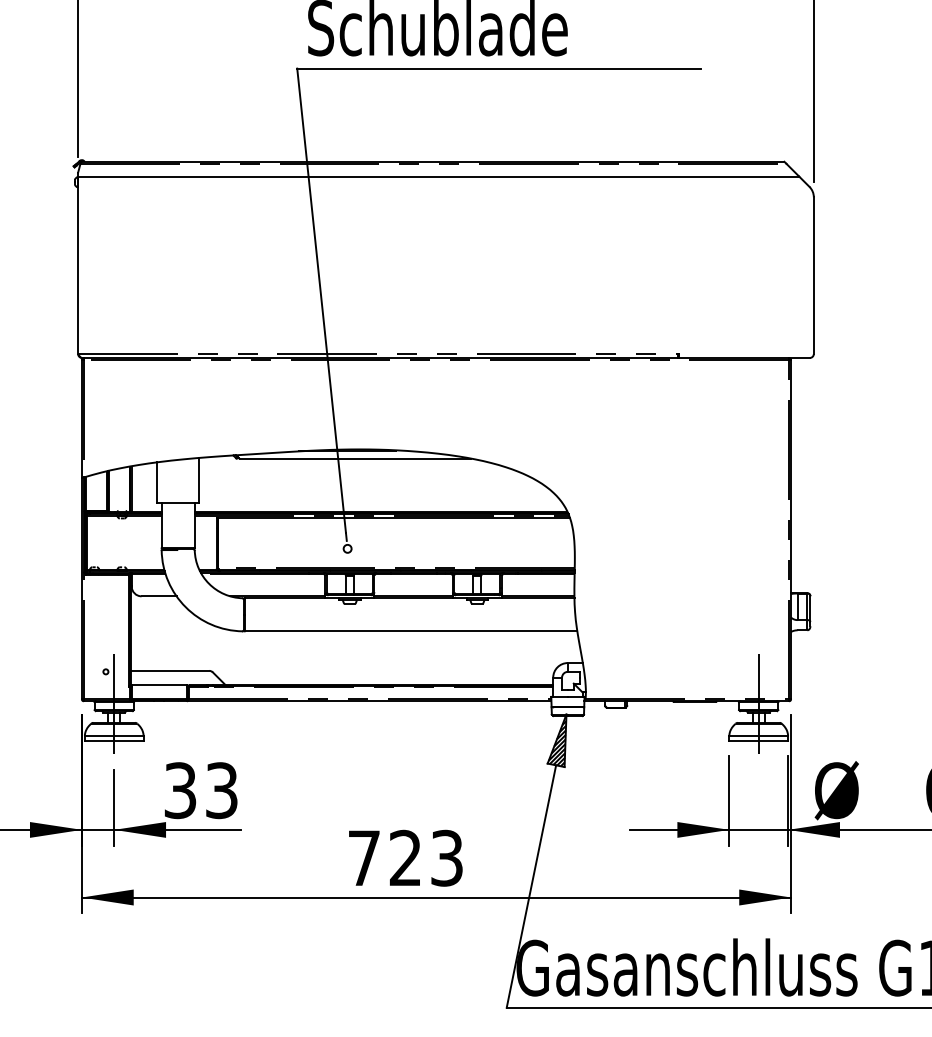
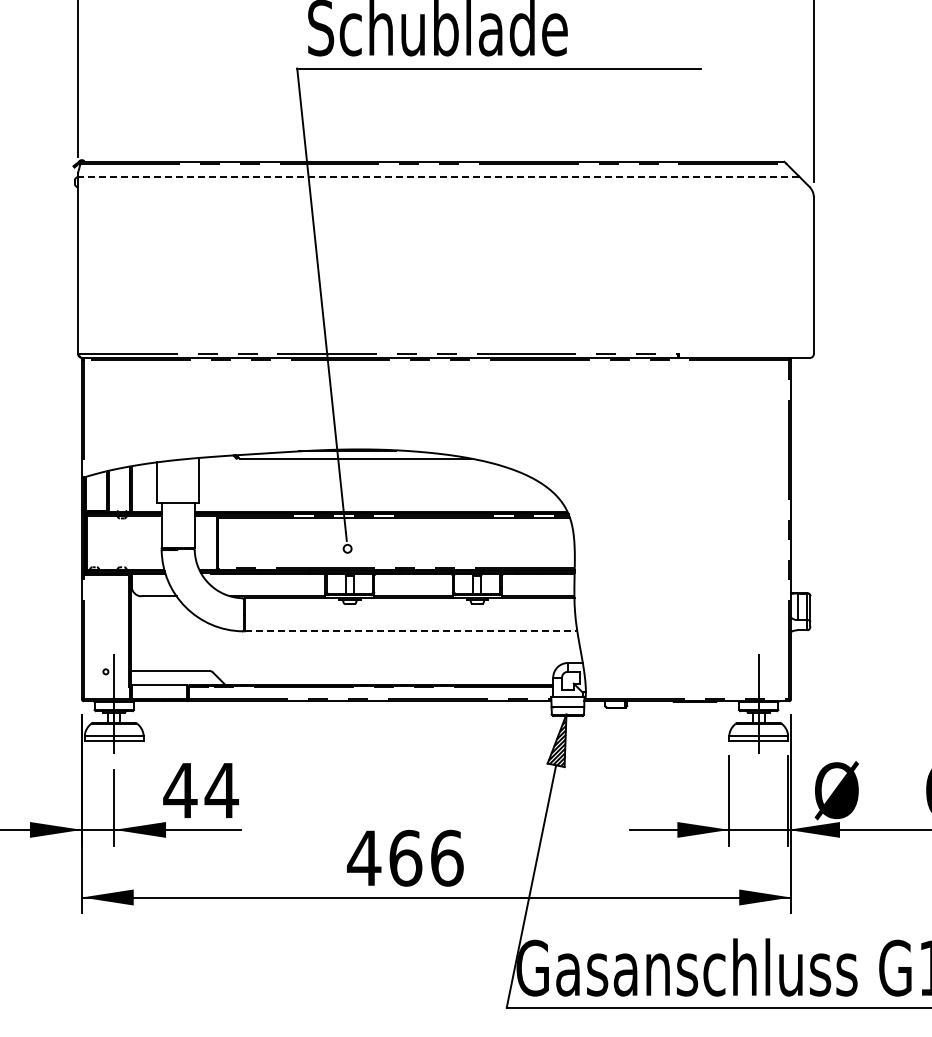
line at (438, 176): solid -> dashed
line at (411, 631): solid -> dashed
text at (201, 790): 33 -> 44
text at (405, 857): 723 -> 466
